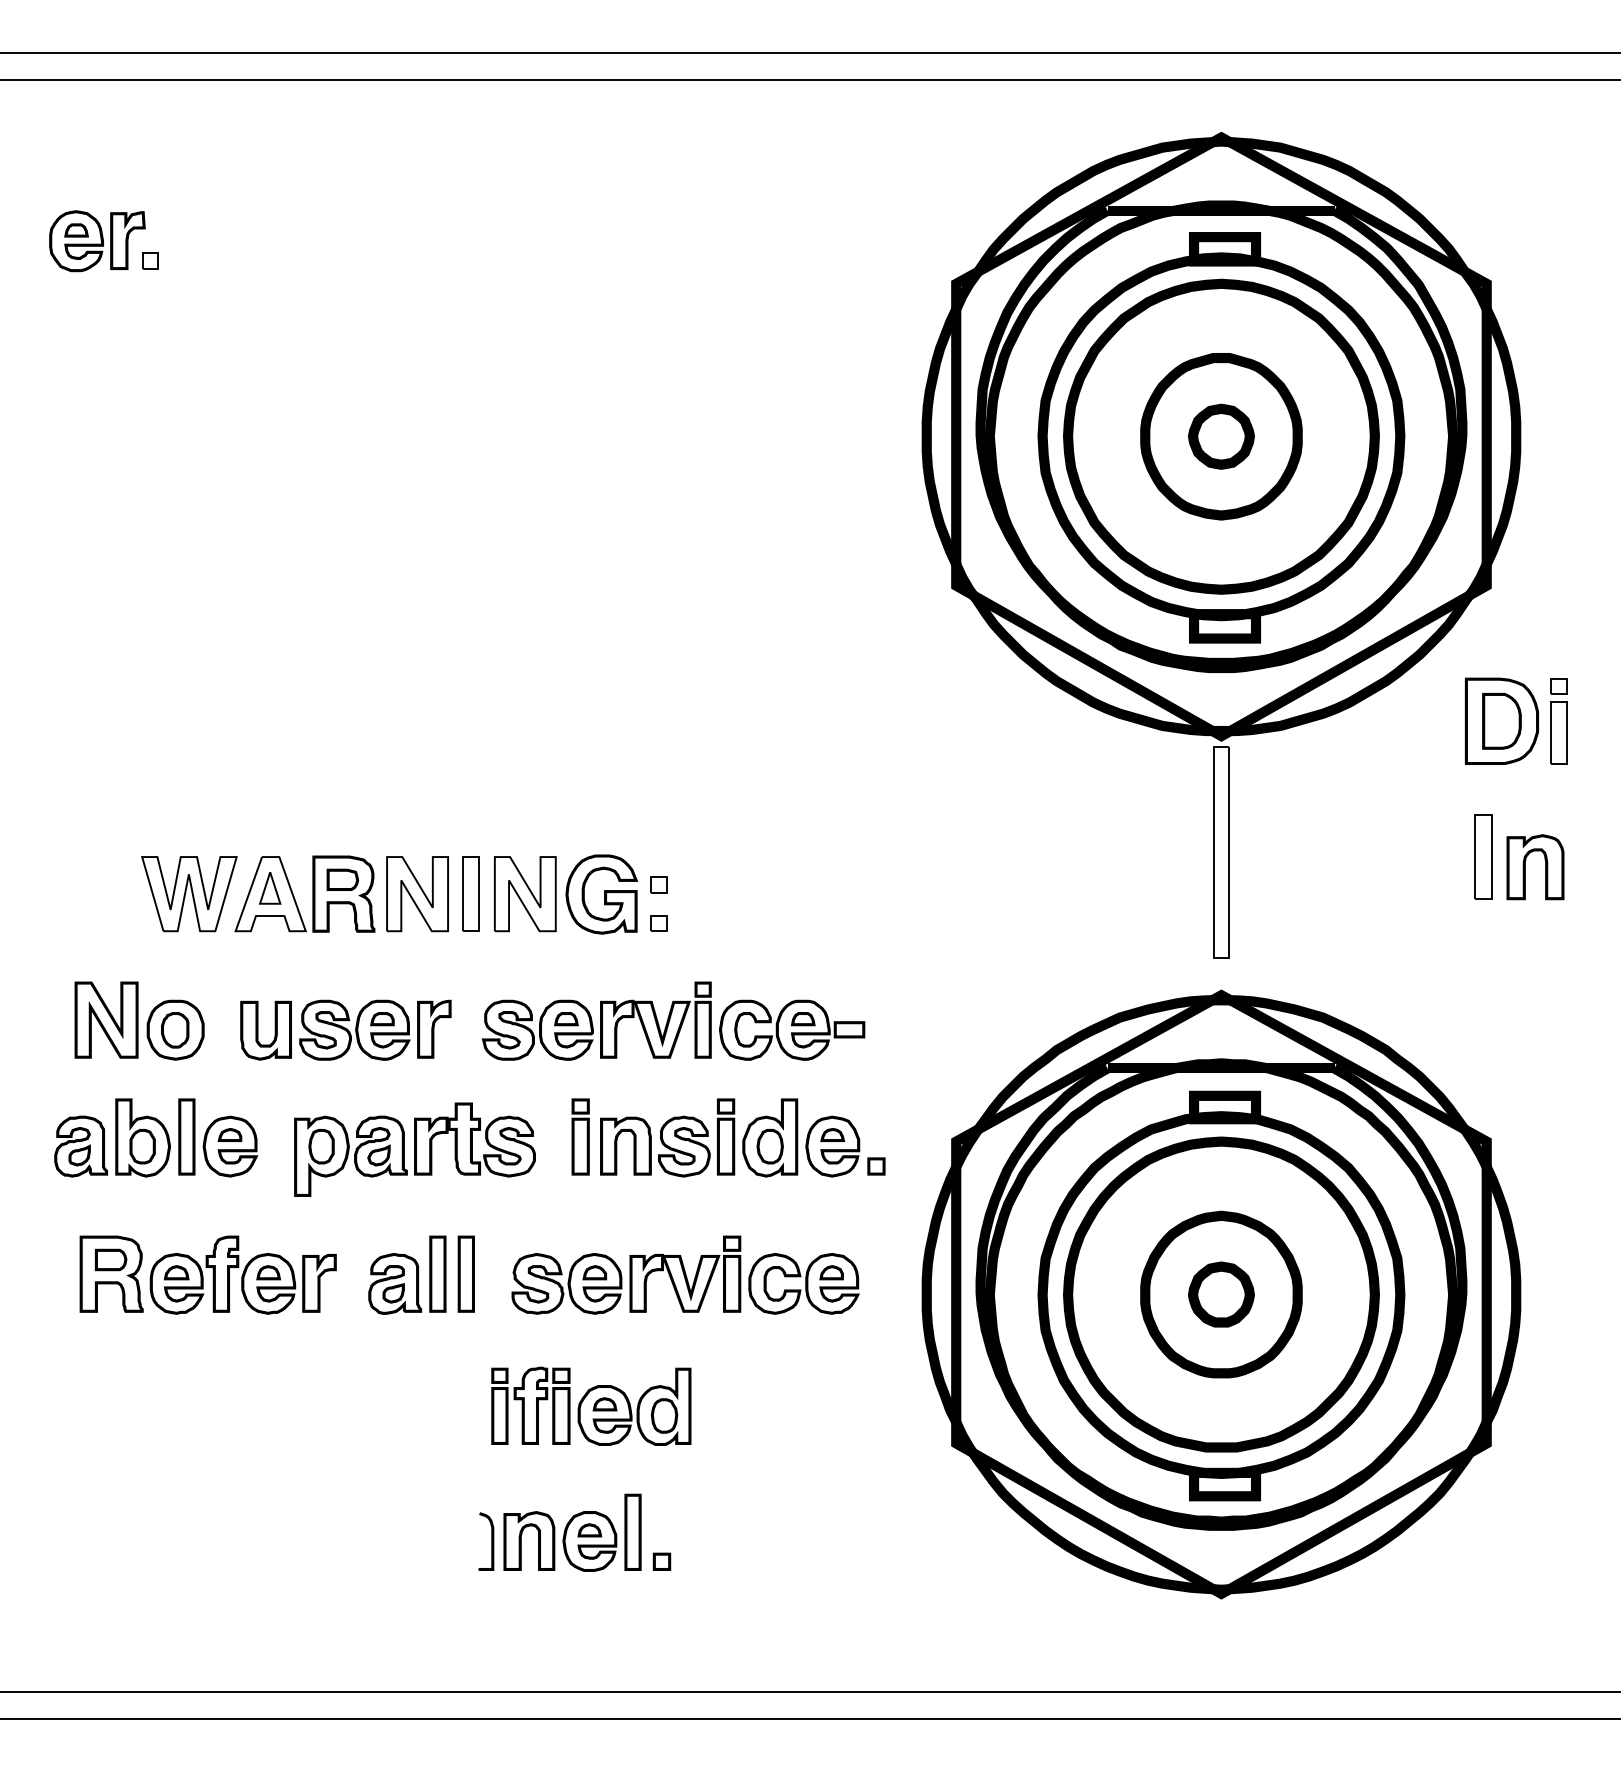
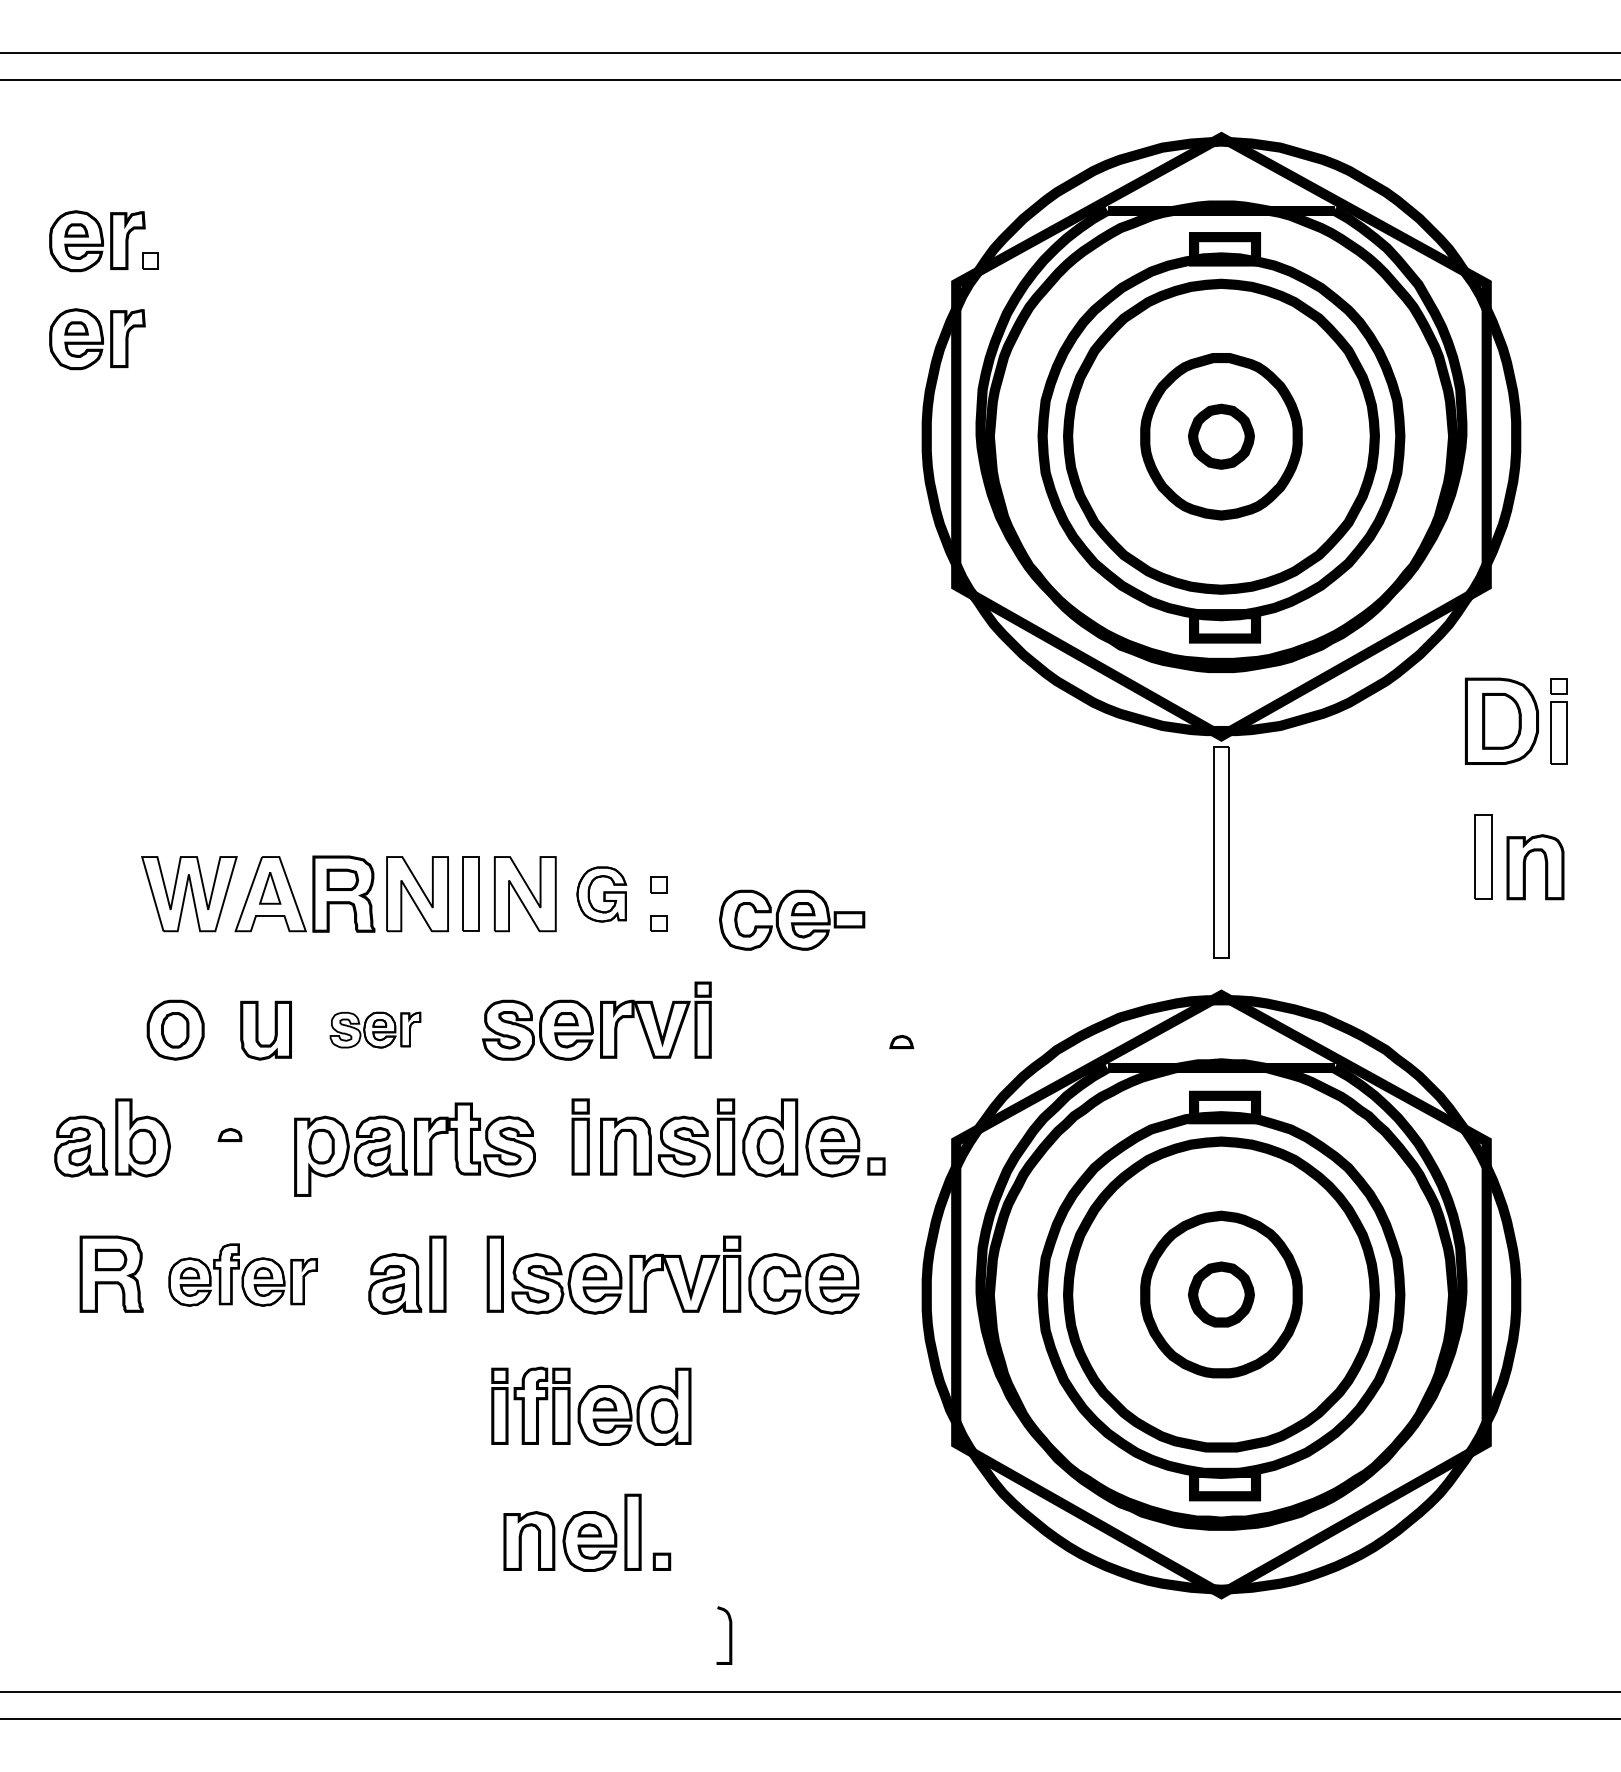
part at (97, 339): none -> present
part at (601, 894) size: 74x81 px -> 52x57 px
part at (106, 1019): present -> none
part at (375, 1029) size: 153x62 px -> 93x38 px
part at (792, 1029) position: (792, 1029) -> (792, 919)
part at (901, 1041): none -> present
part at (218, 1137): present -> none
part at (465, 1273) position: (465, 1273) -> (494, 1273)
part at (242, 1274) size: 188x80 px -> 150x64 px
curve at (491, 1541) position: (491, 1541) -> (729, 1635)
